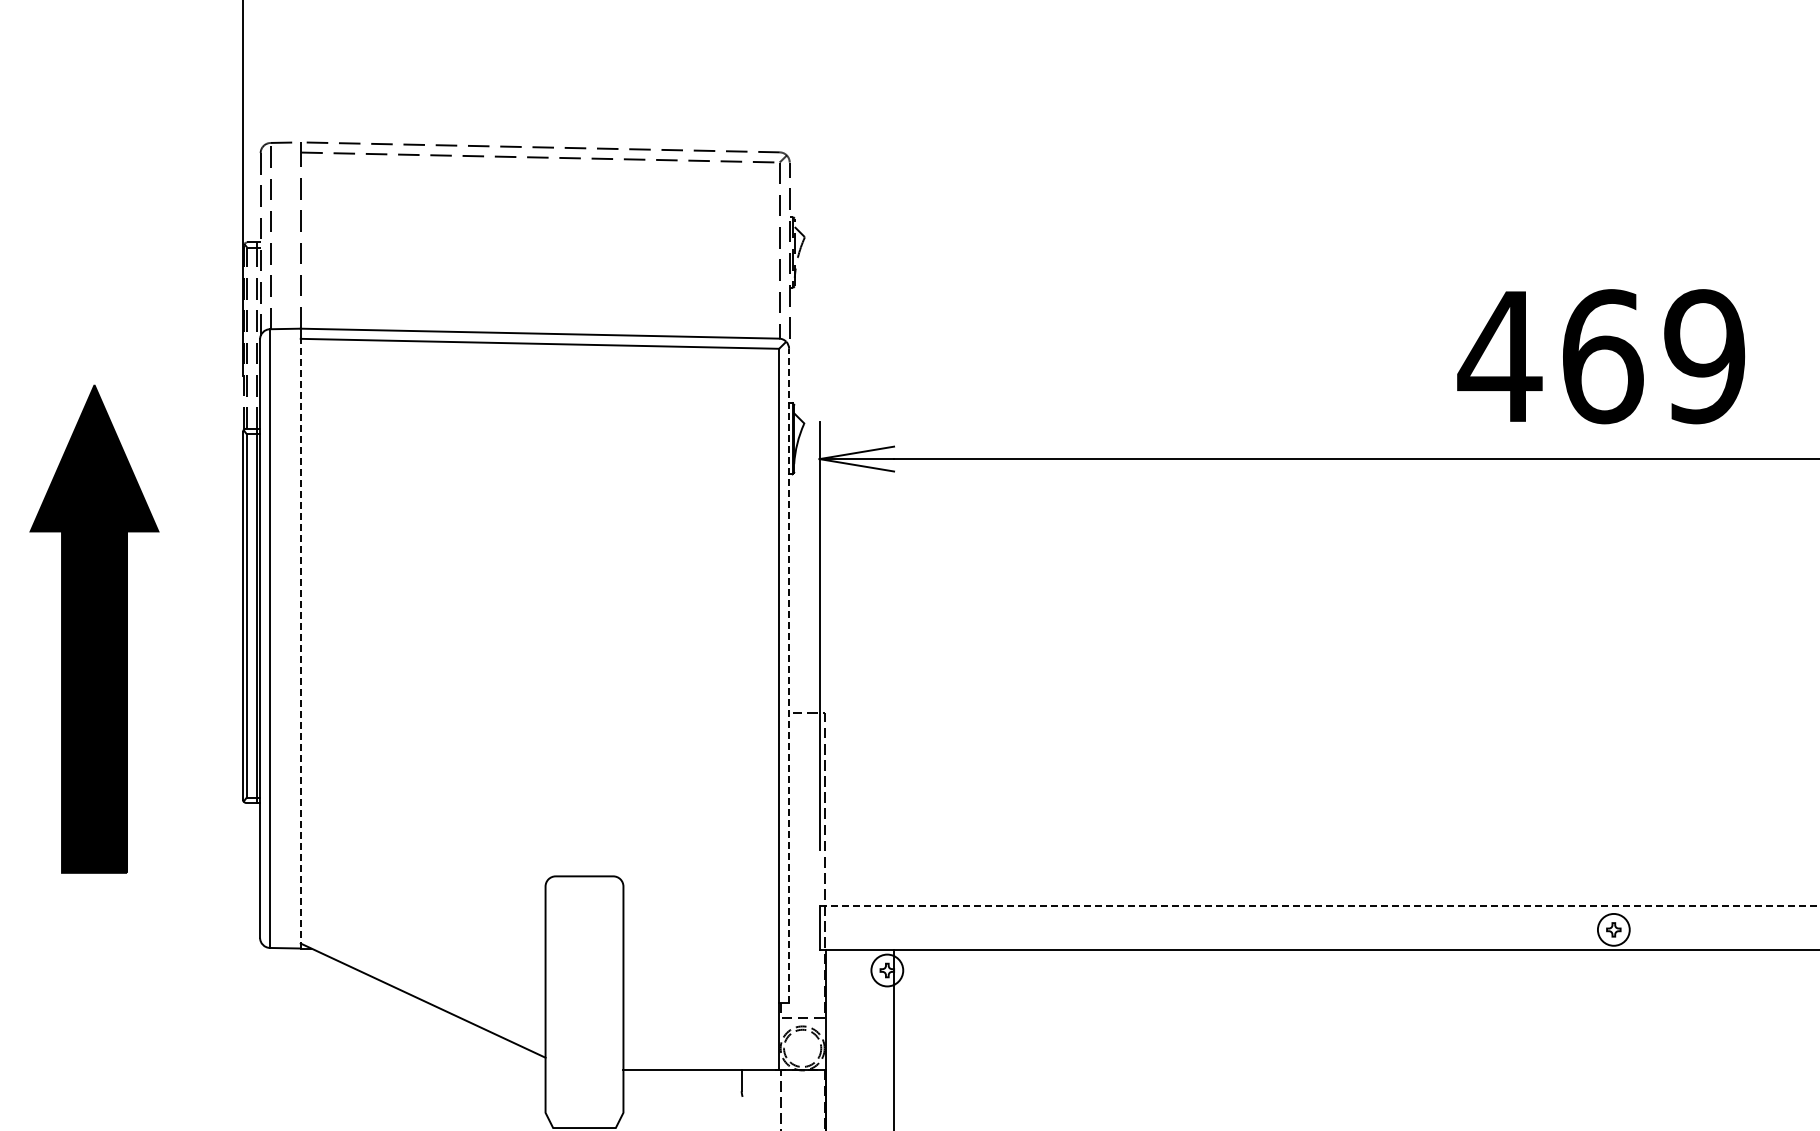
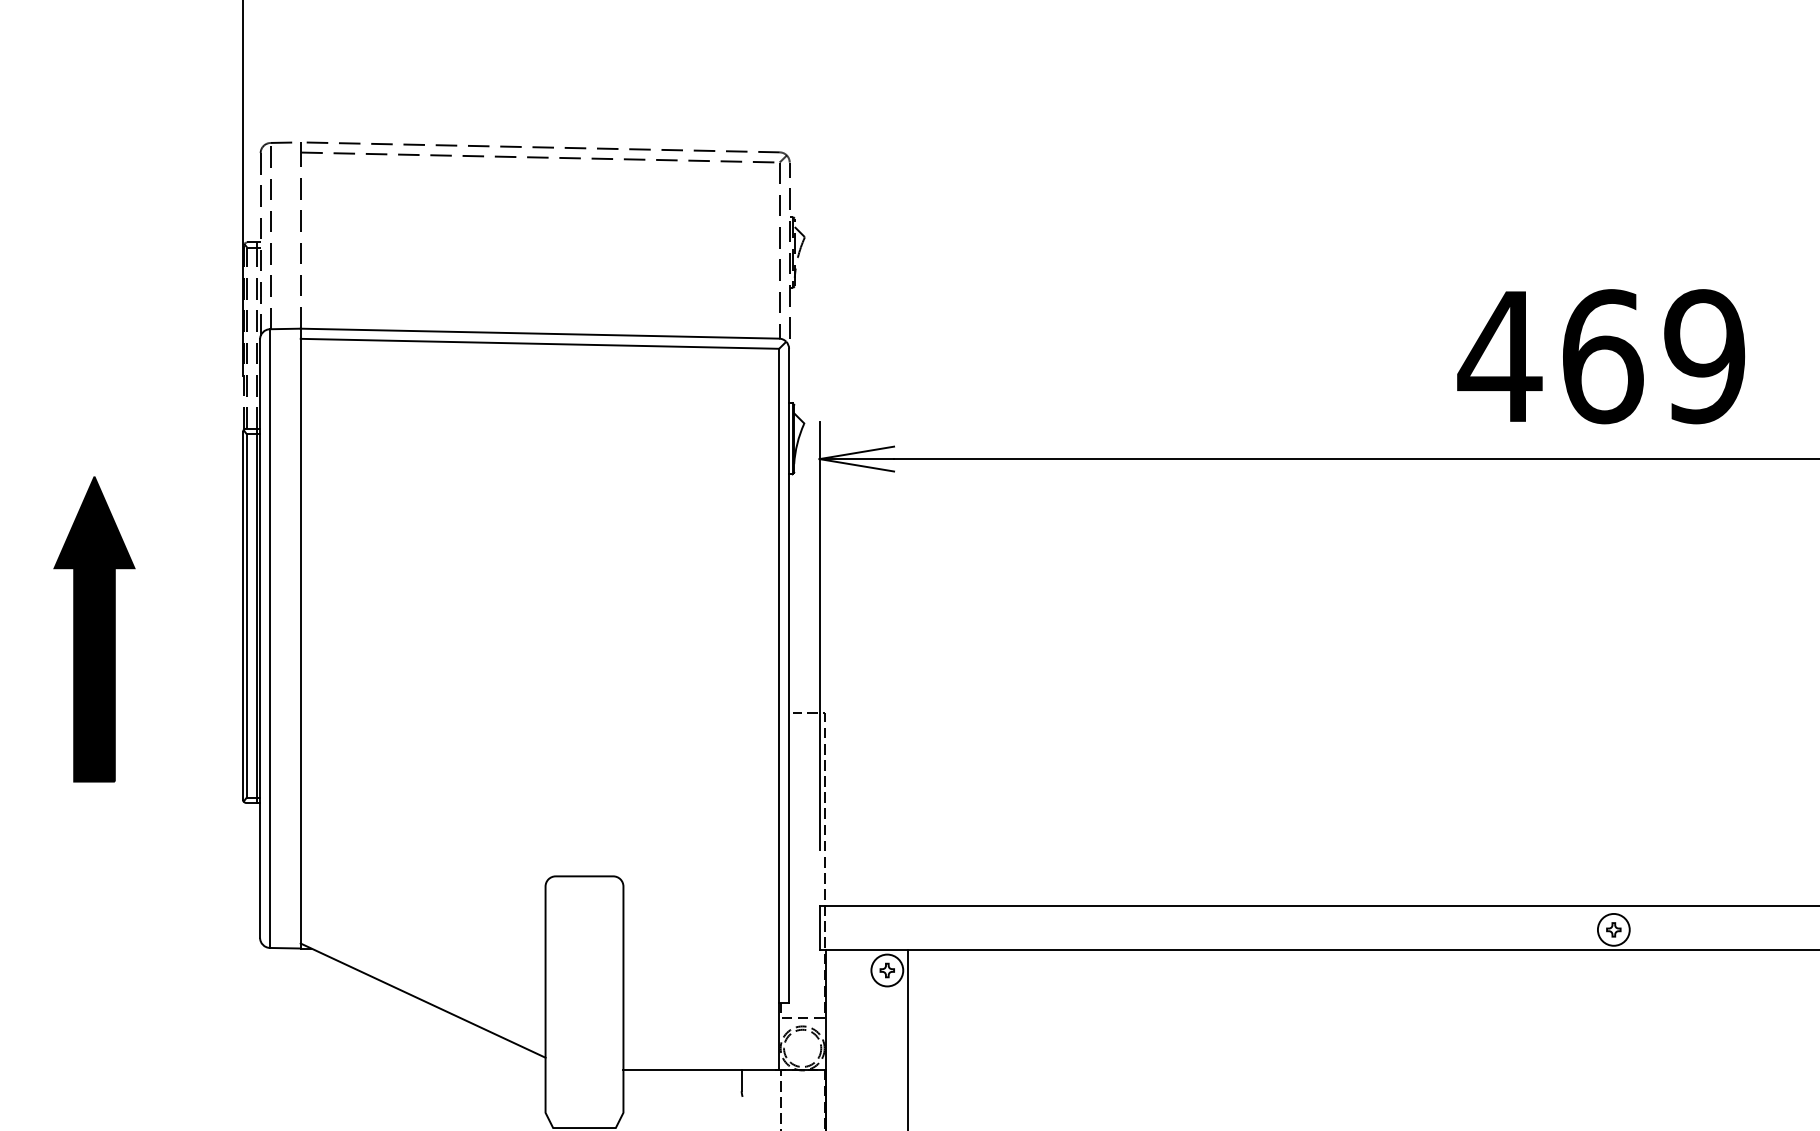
part at (94, 628) size: 131x490 px -> 83x307 px
line at (300, 643): dashed -> solid
line at (789, 675): dashed -> solid
line at (1319, 906): dashed -> solid
line at (893, 1038) position: (893, 1038) -> (907, 1038)
